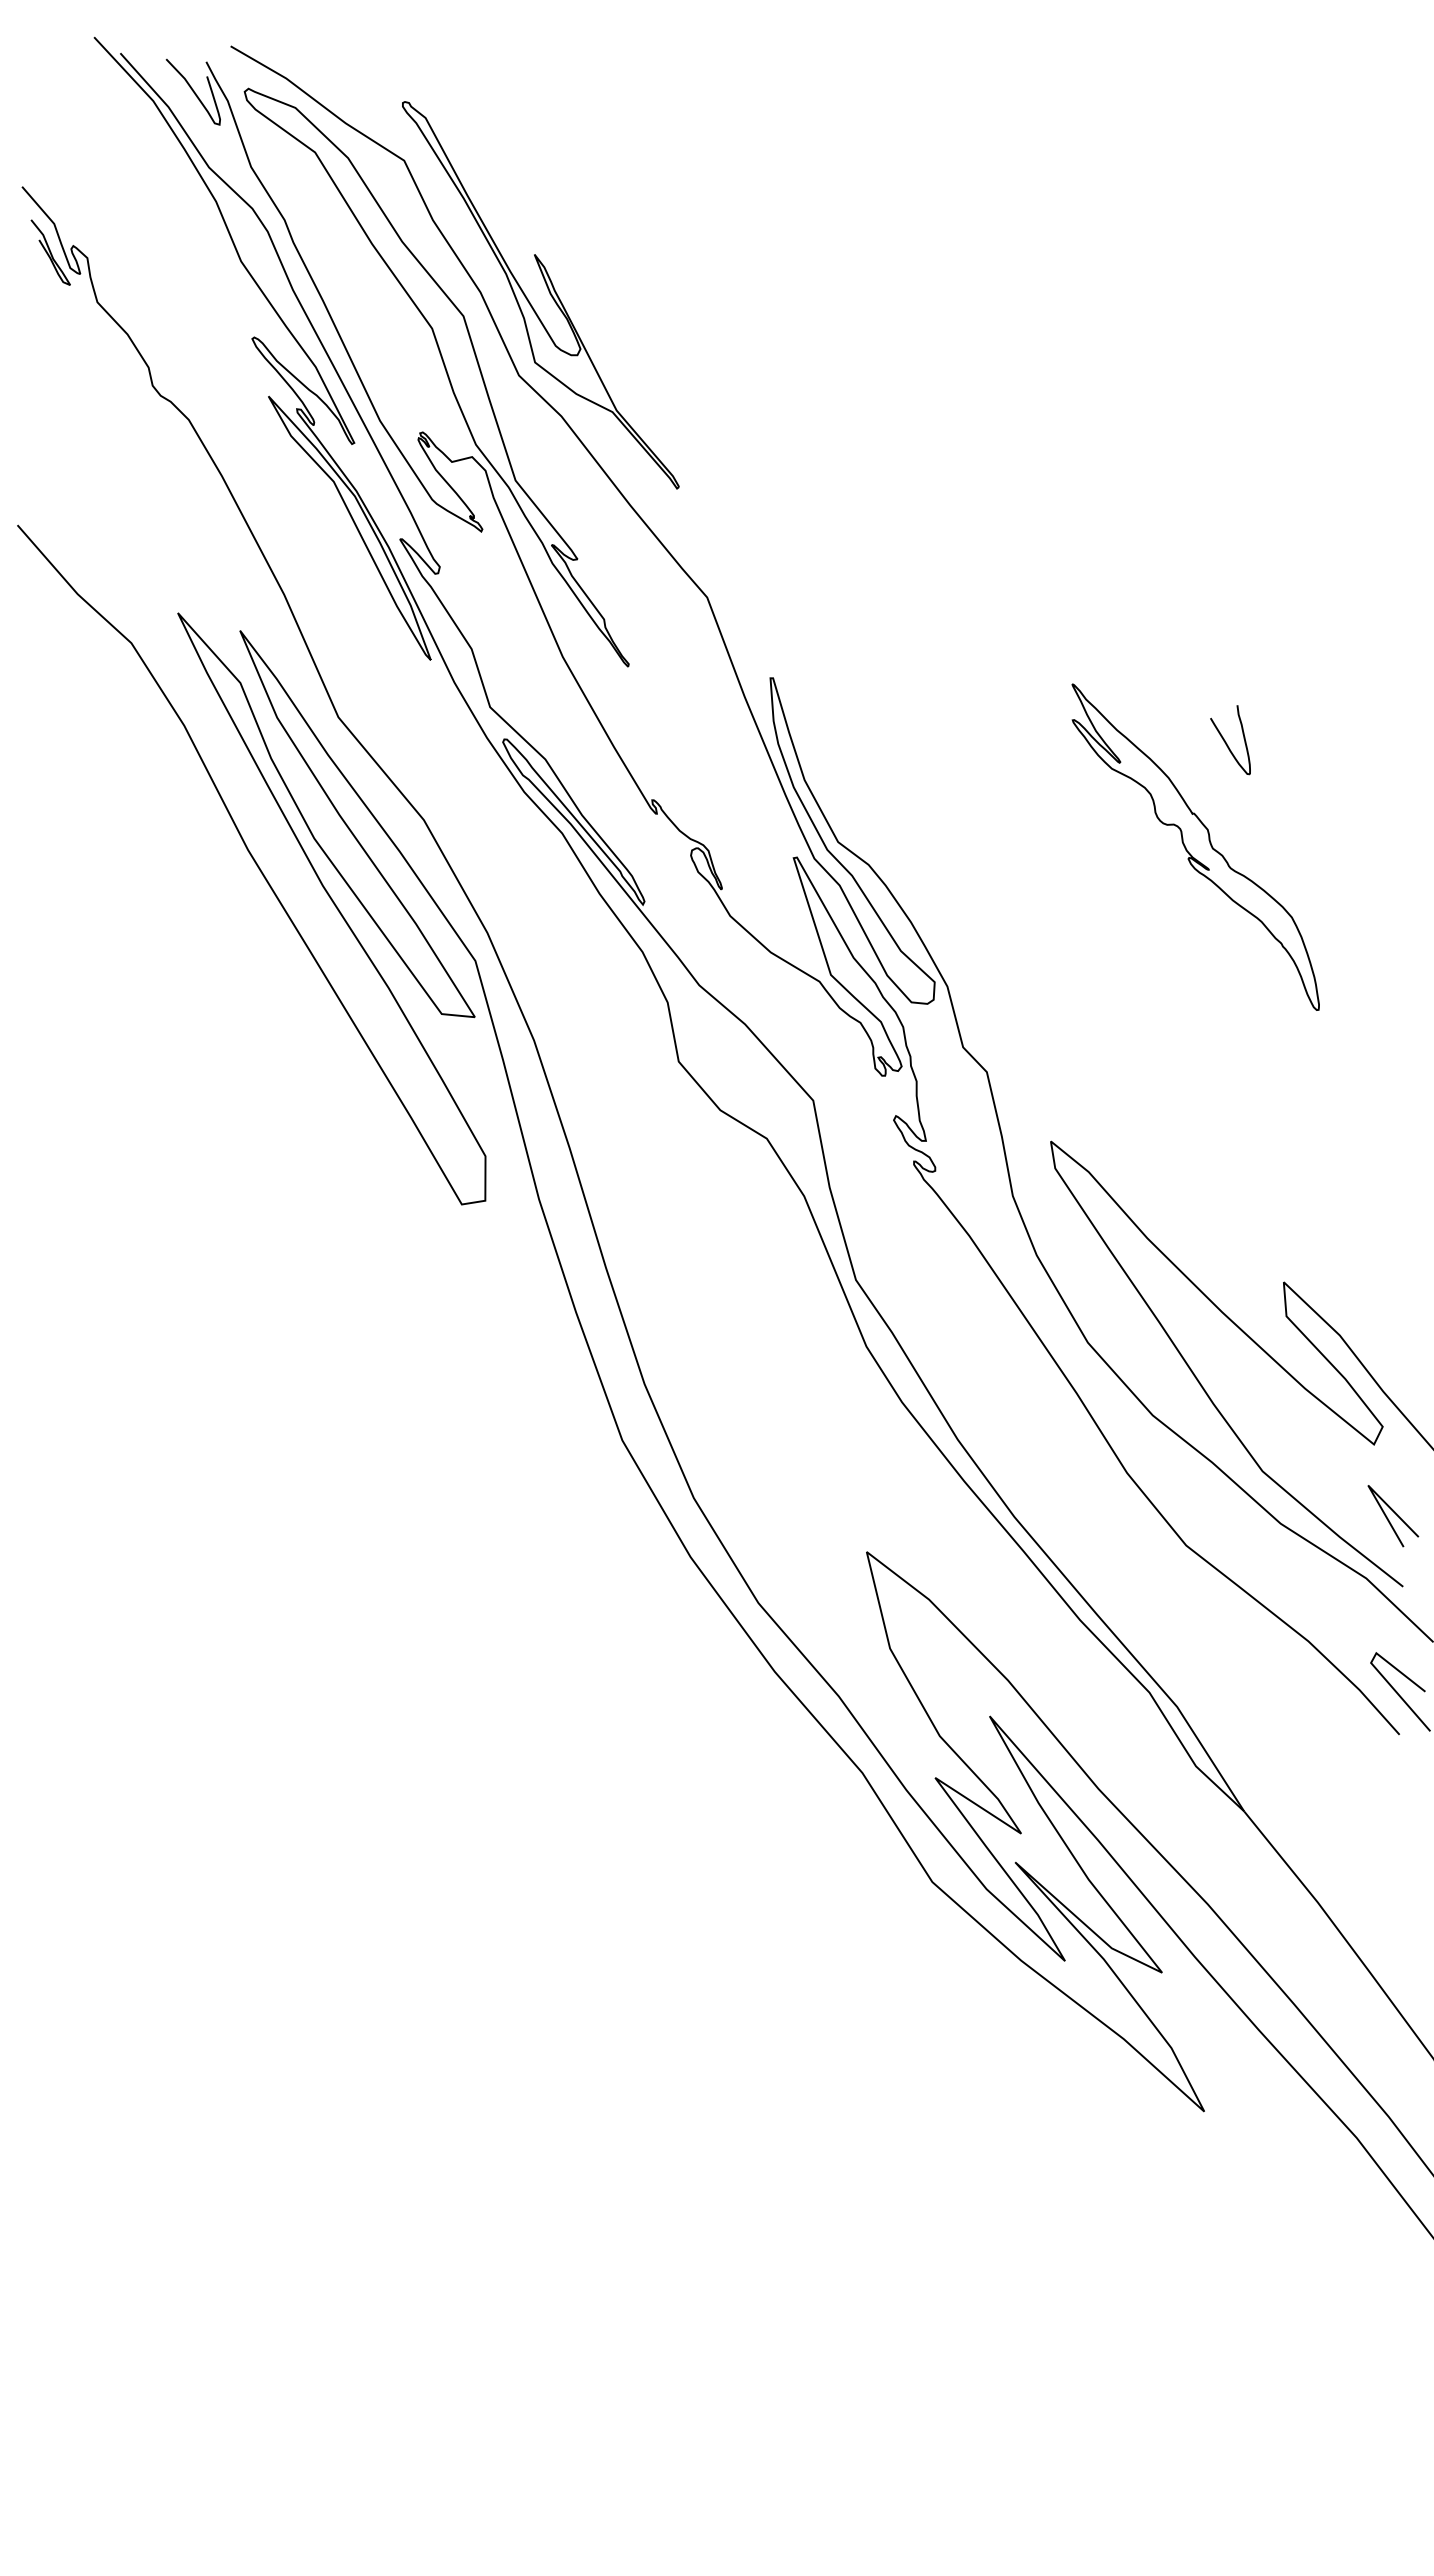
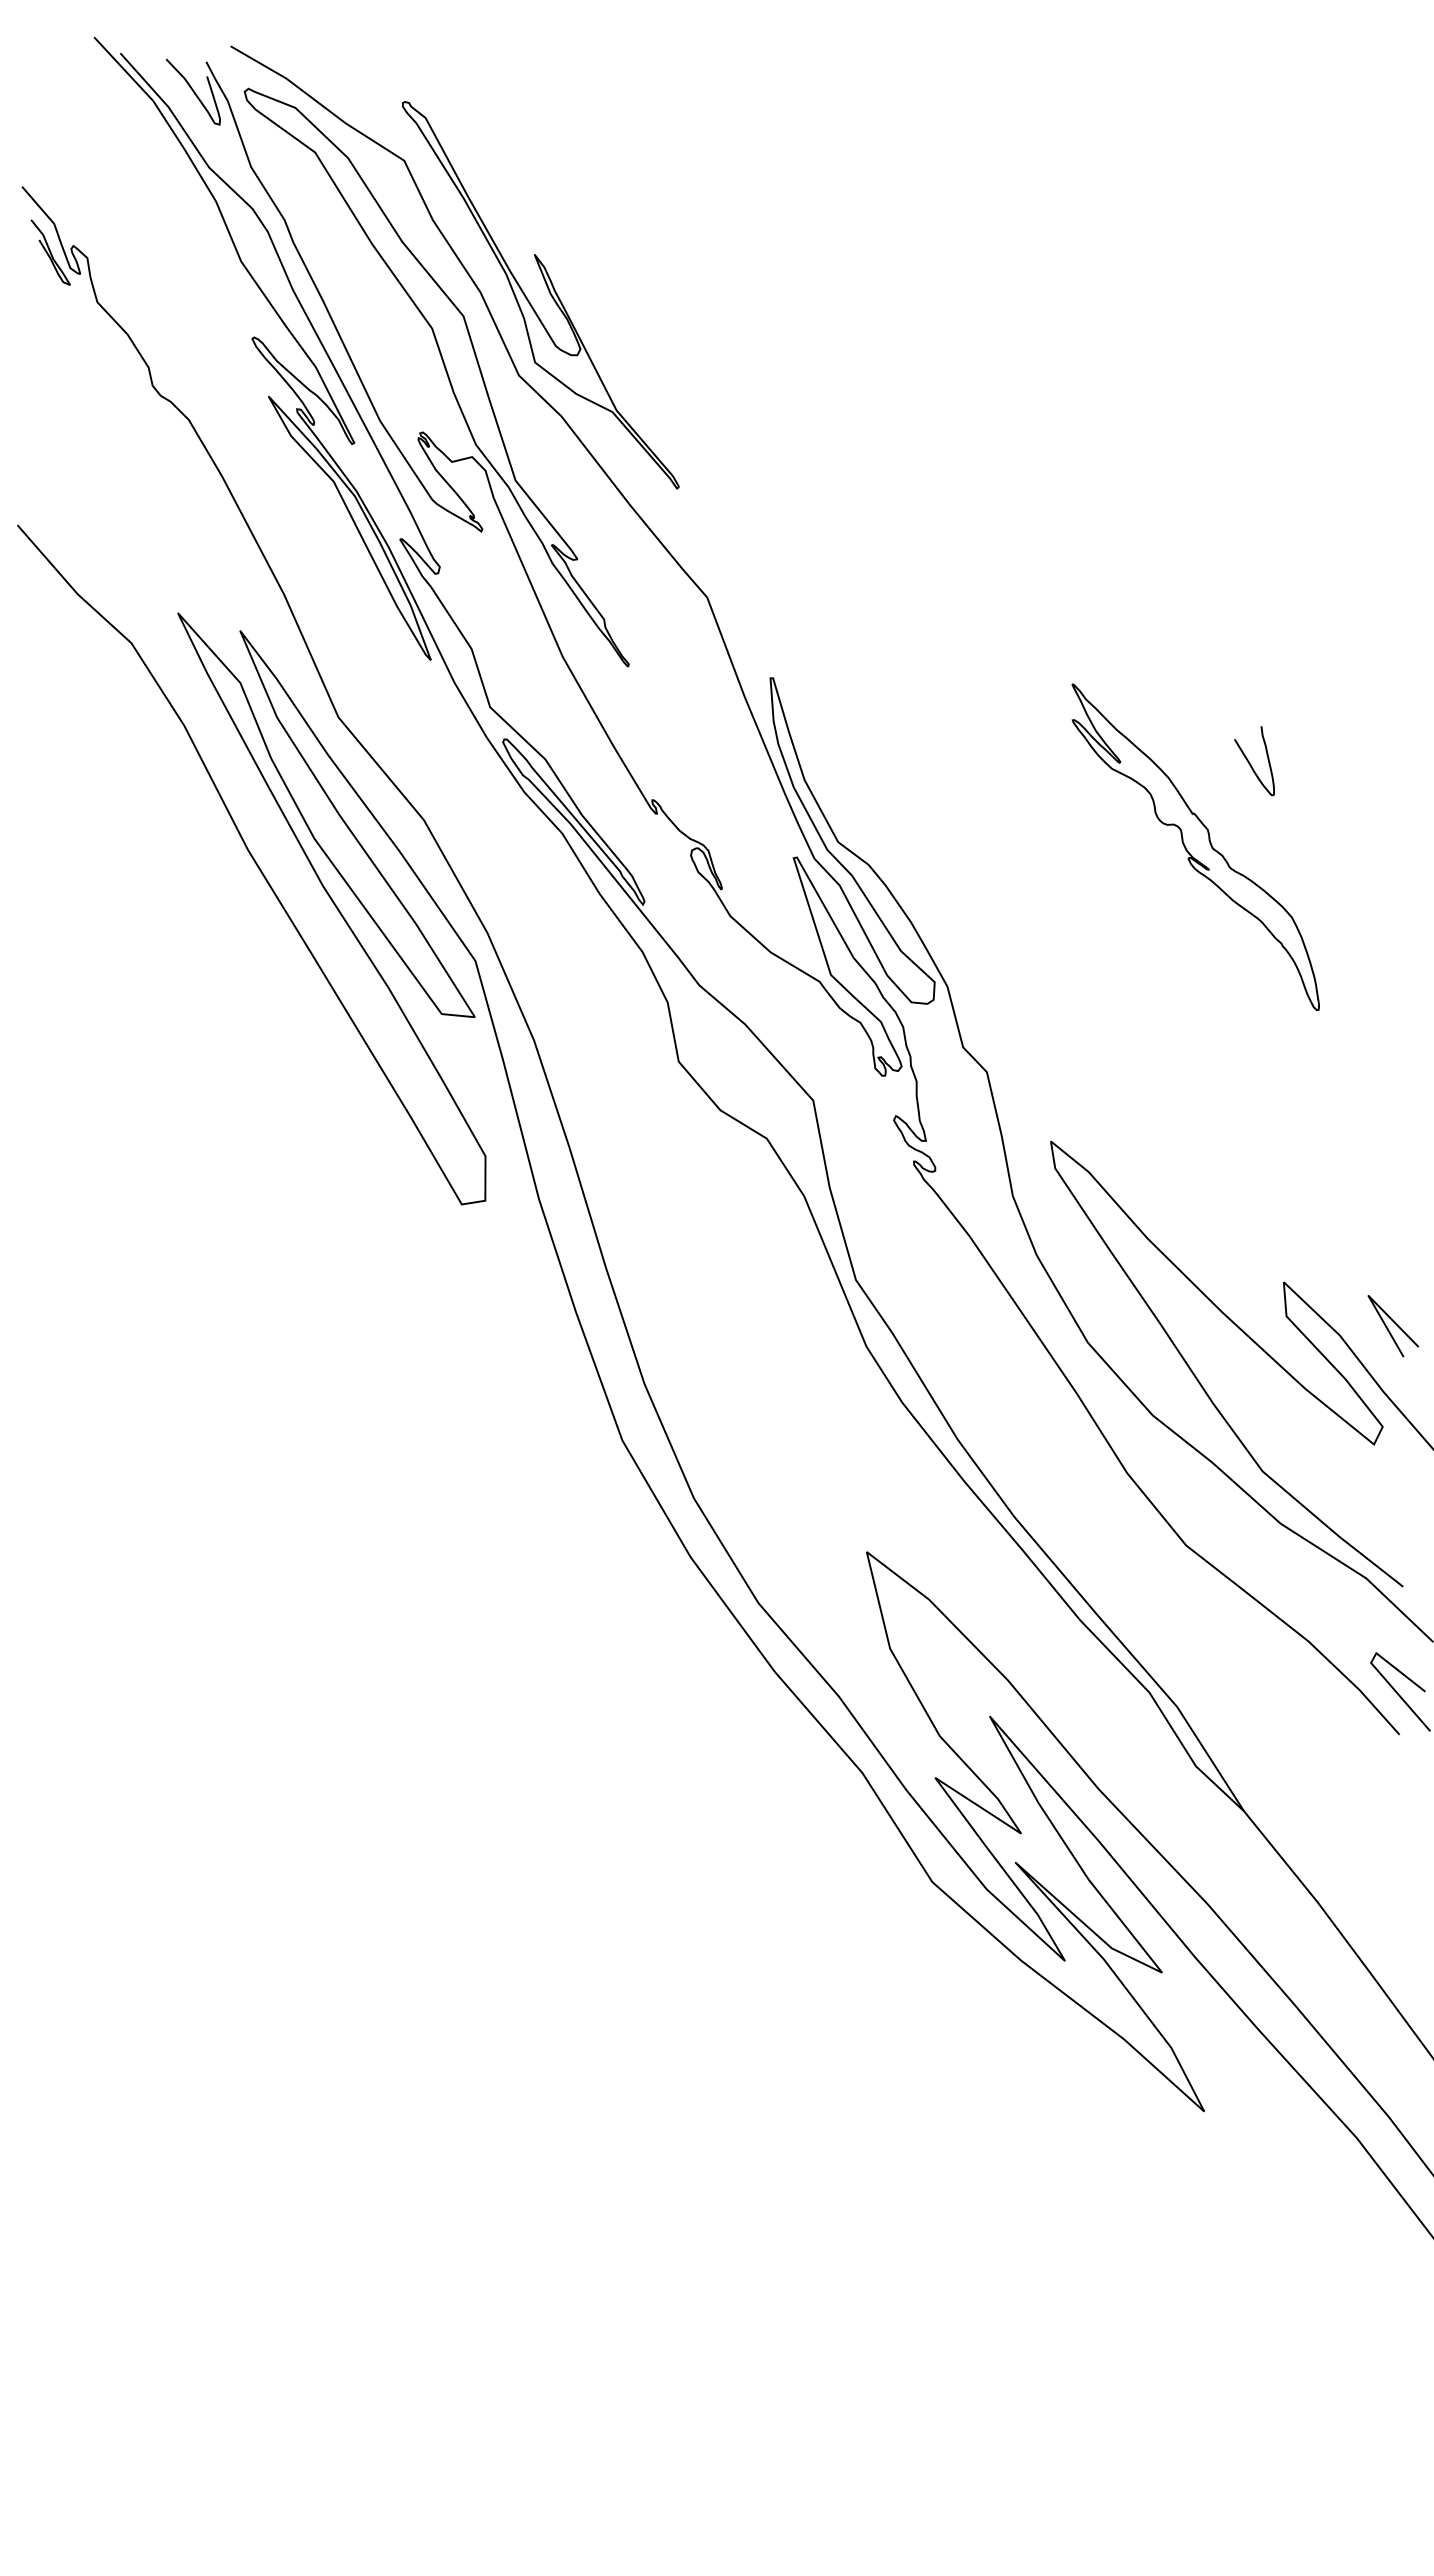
curve at (1227, 743) position: (1227, 743) -> (1251, 764)
line at (1395, 1514) position: (1395, 1514) -> (1395, 1324)
